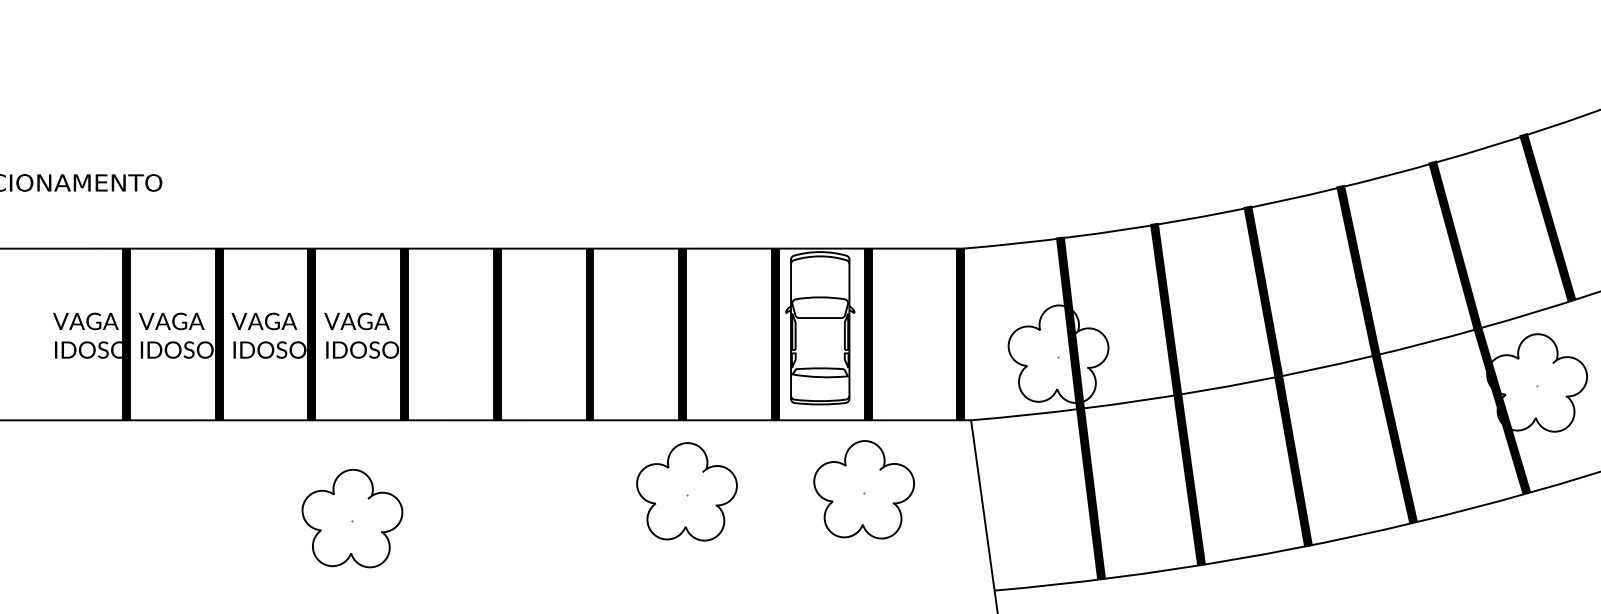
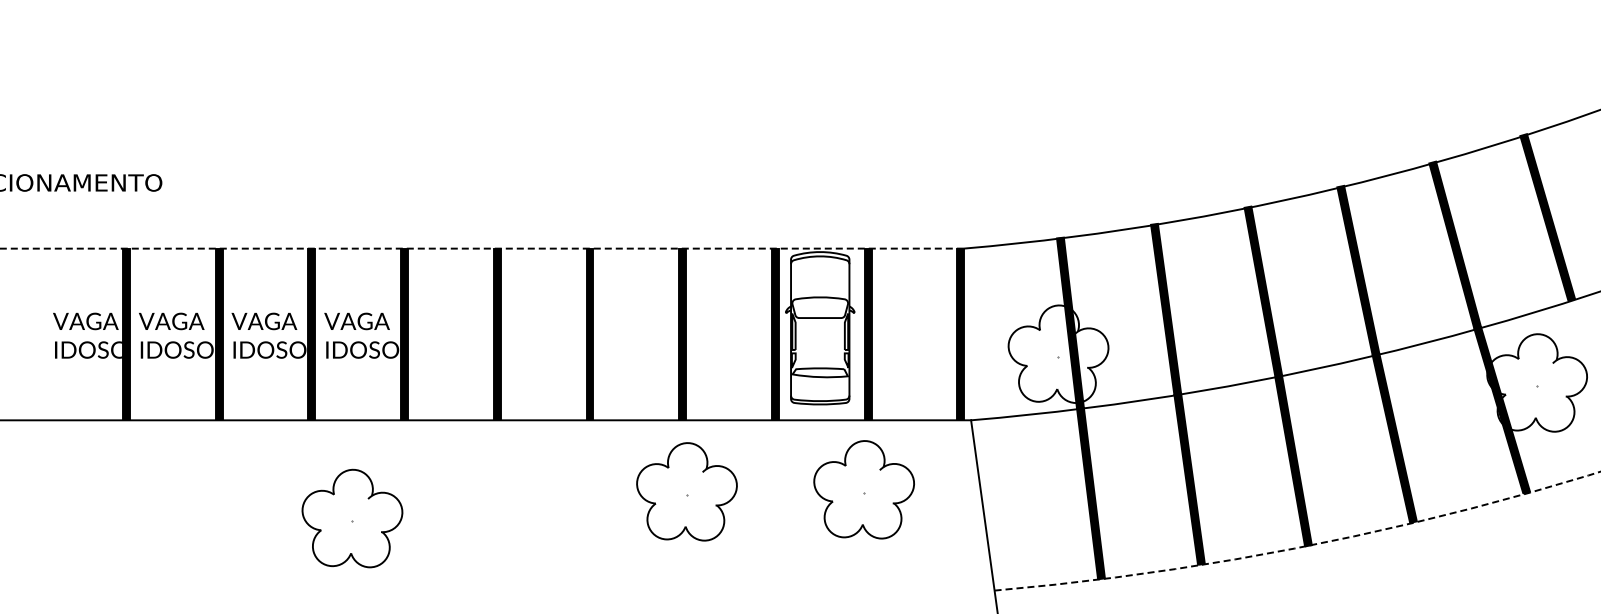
line at (481, 248): solid -> dashed
arc at (1301, 547): solid -> dashed
